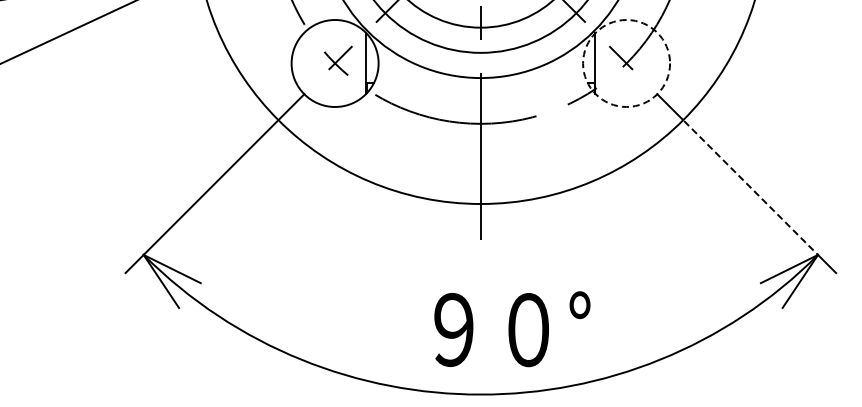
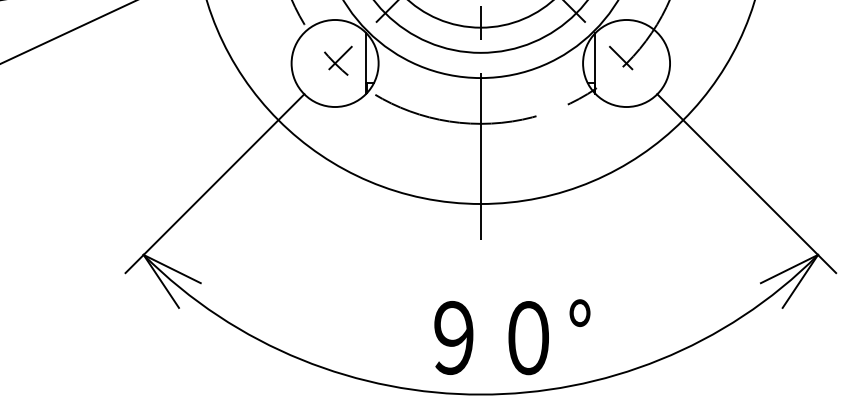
circle at (626, 63): dashed -> solid
line at (751, 188): dashed -> solid
text at (512, 329) position: (512, 329) -> (512, 337)
